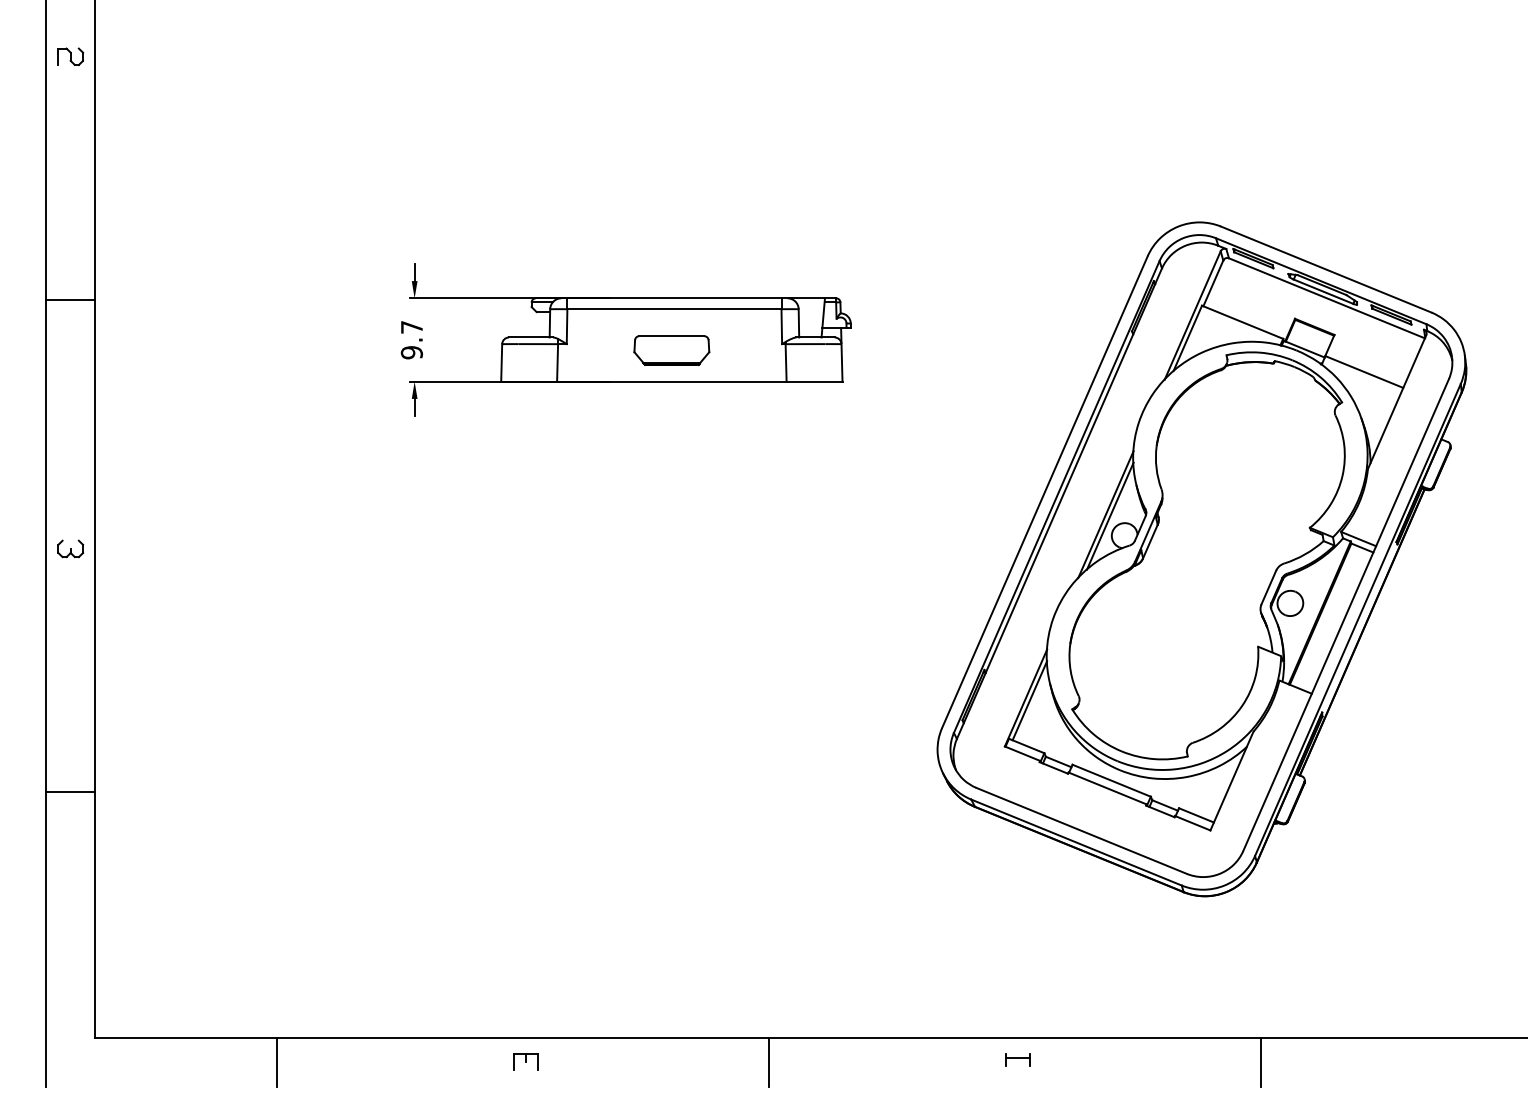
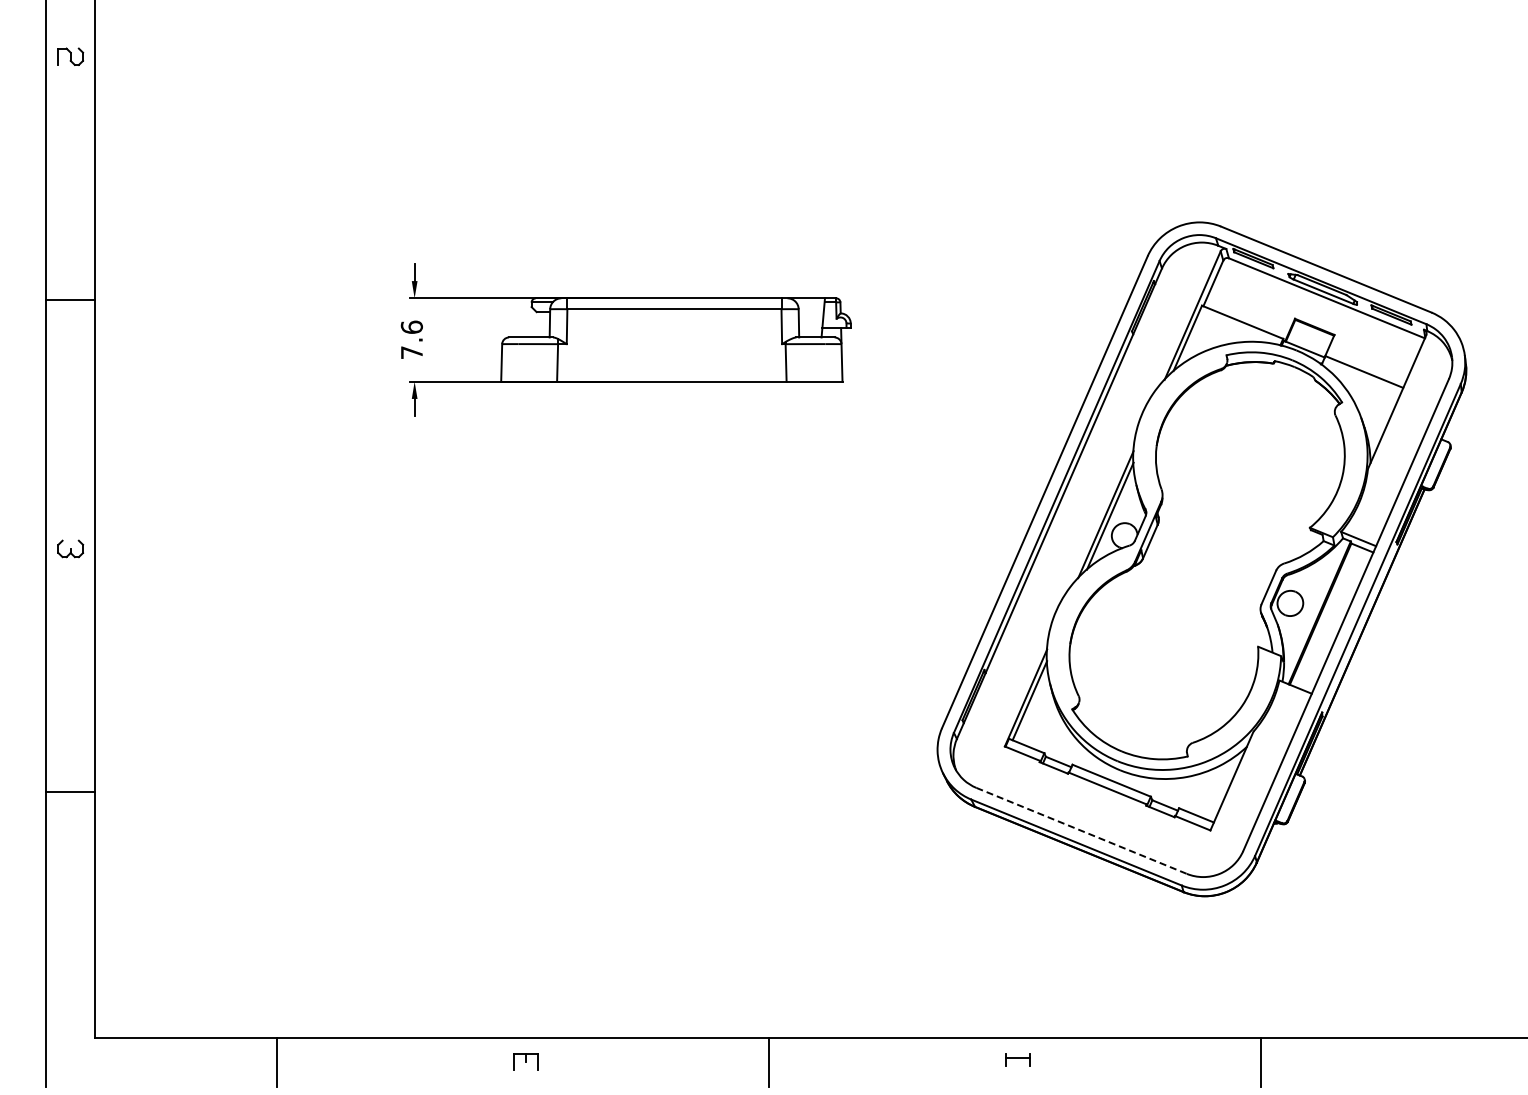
text at (411, 339): 9.7 -> 7.6
part at (671, 350): present -> none
line at (1081, 830): solid -> dashed
